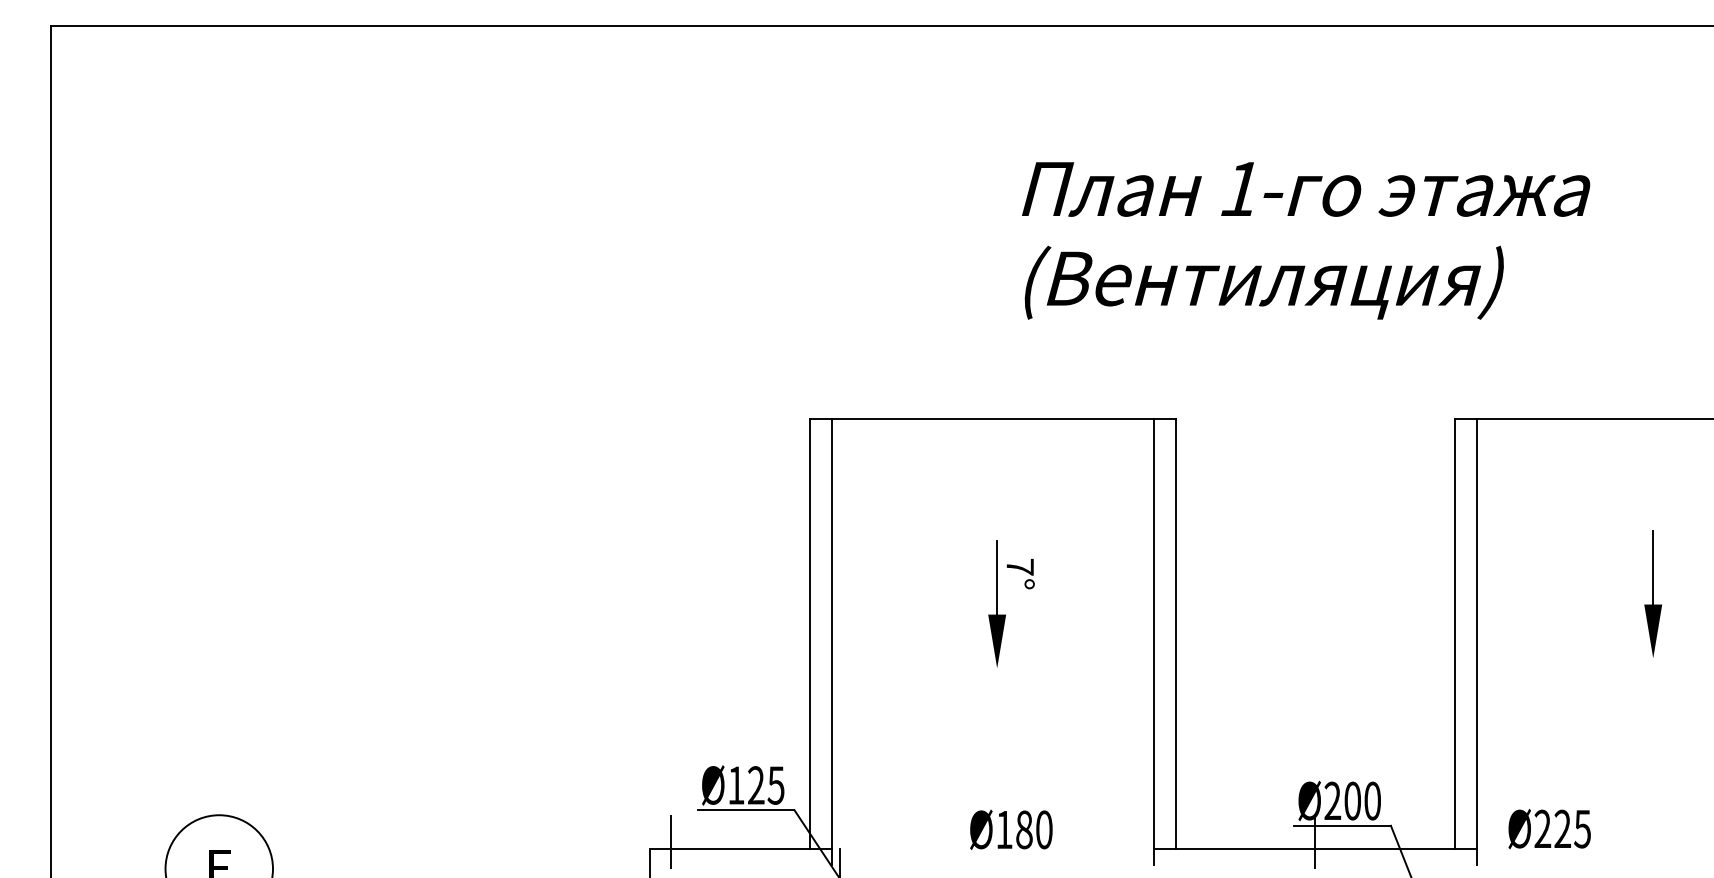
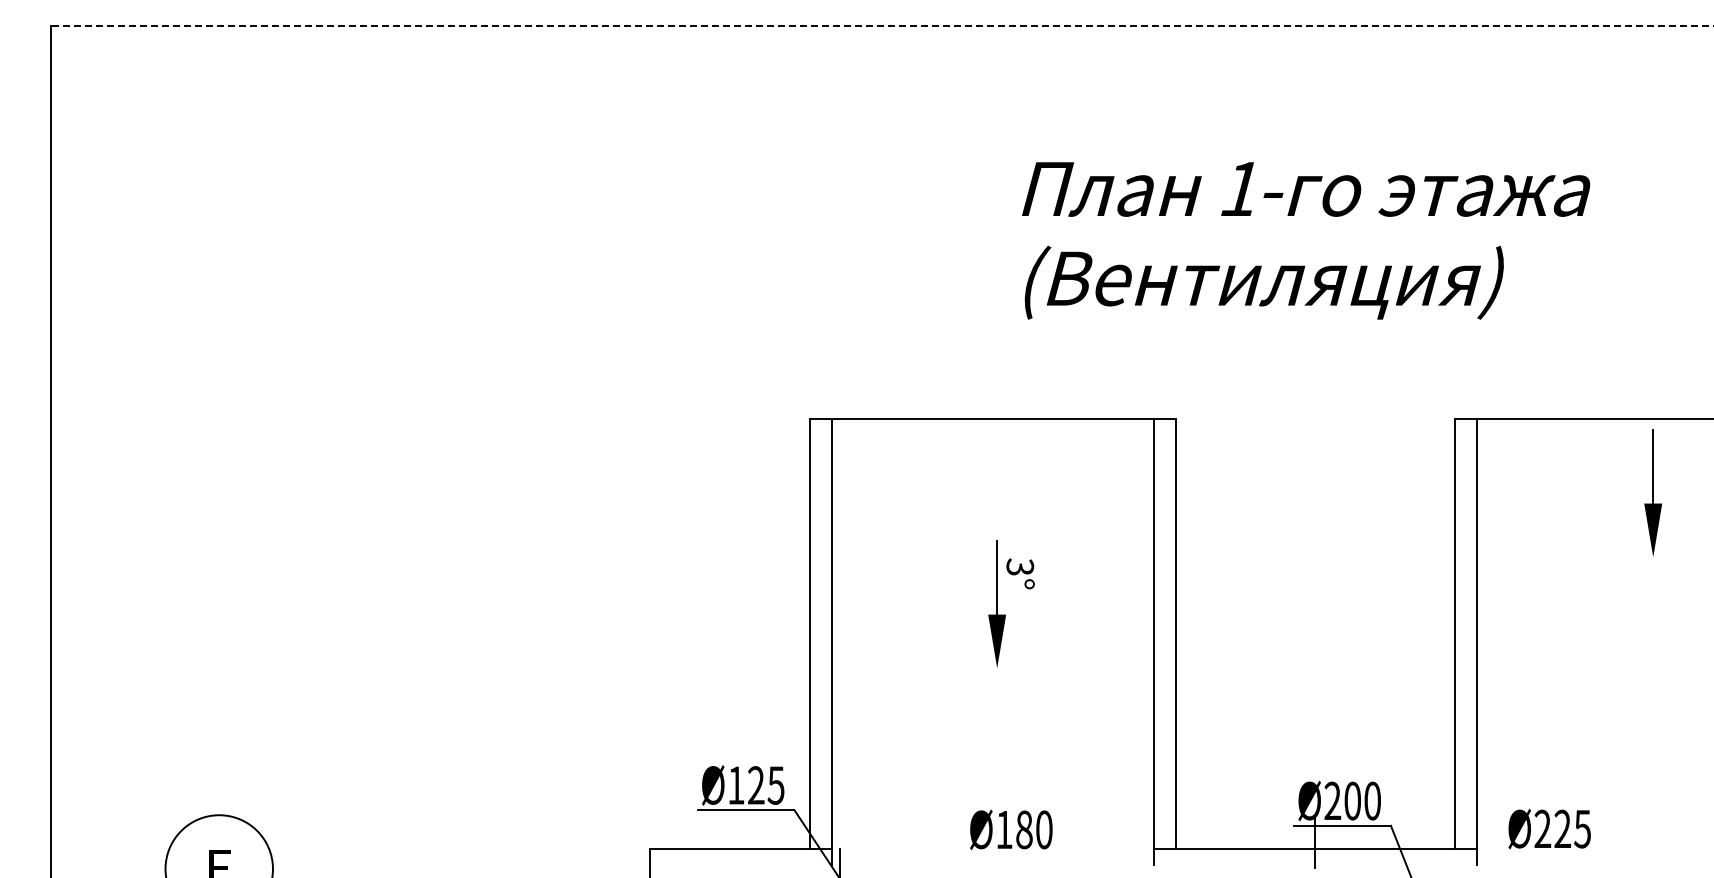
line at (882, 26): solid -> dashed
text at (1020, 566): 7° -> 3°
part at (1652, 593) position: (1652, 593) -> (1652, 492)
line at (670, 841): present -> none
